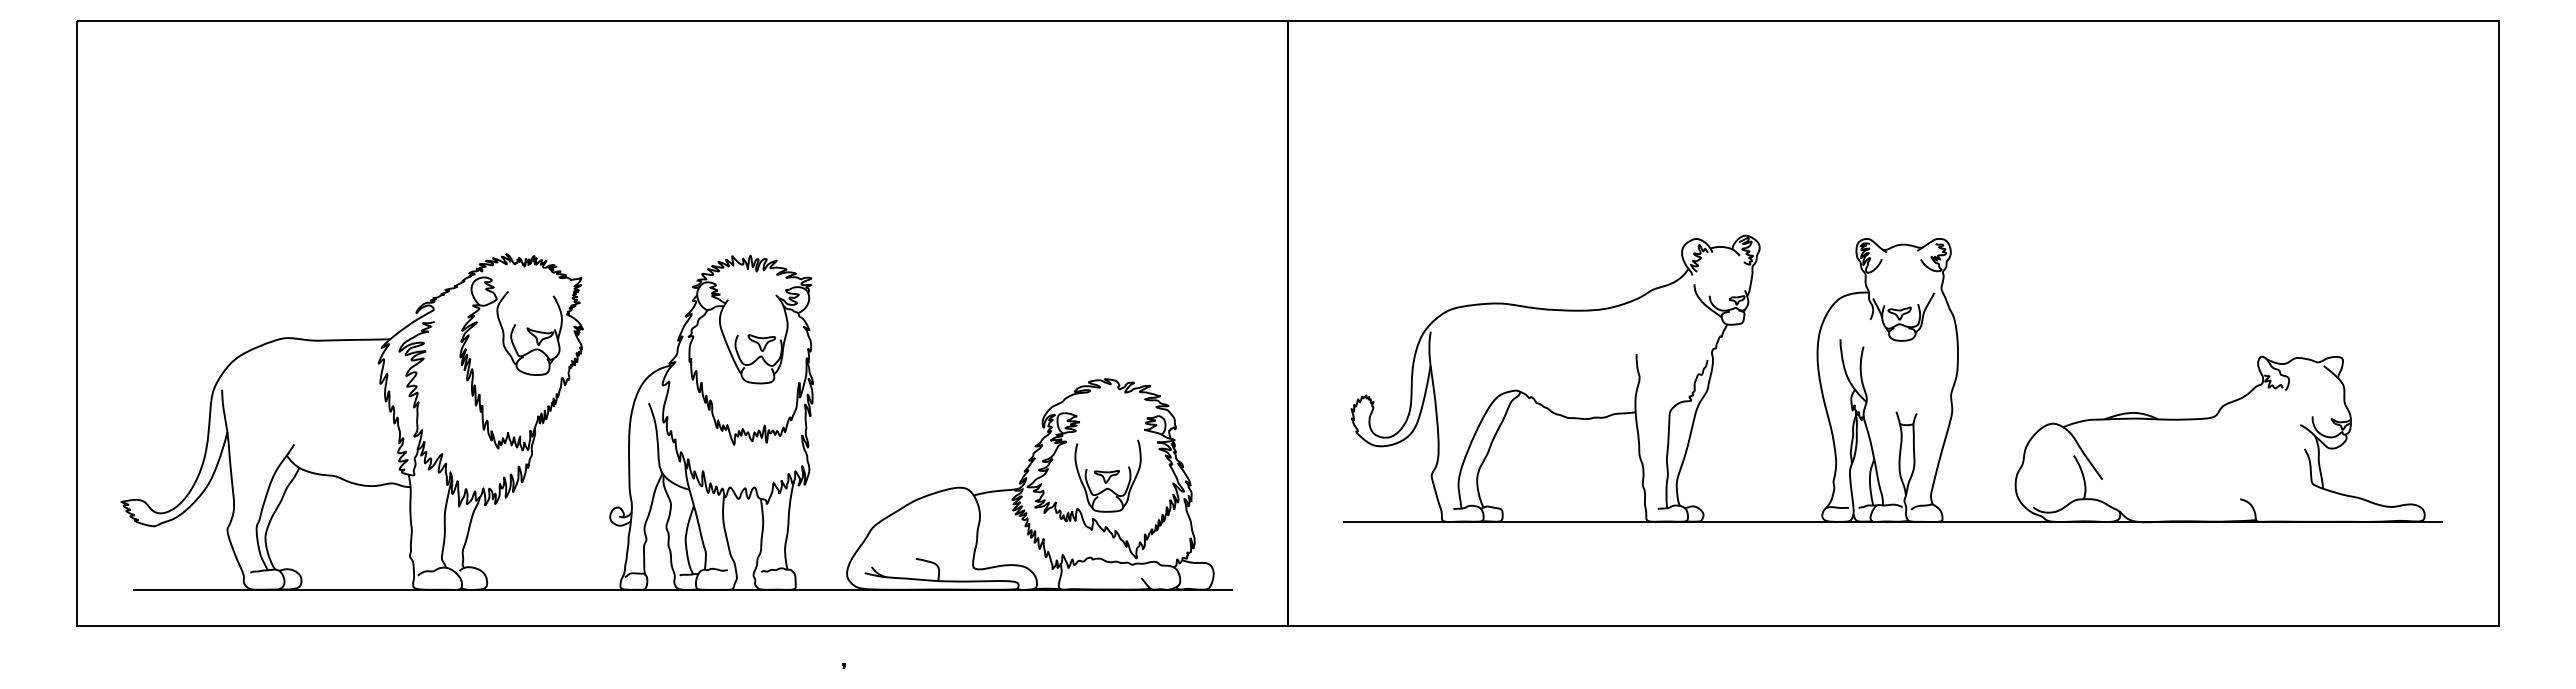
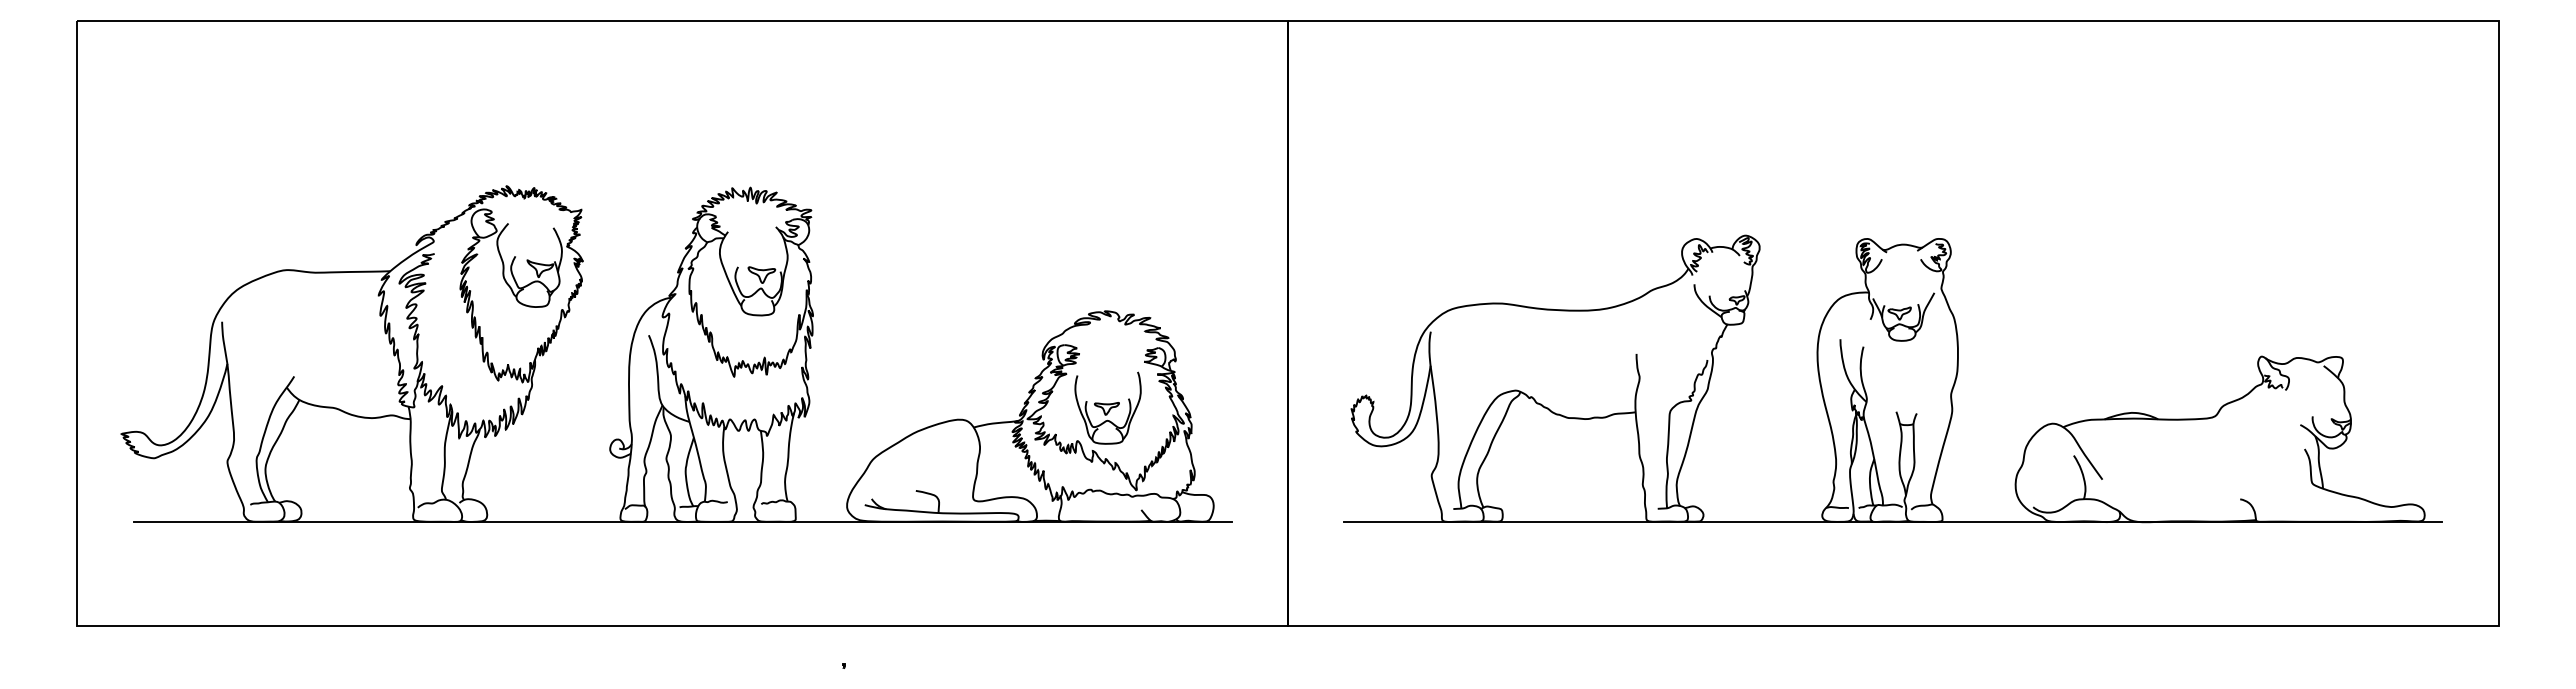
part at (676, 421) position: (676, 421) -> (676, 353)
